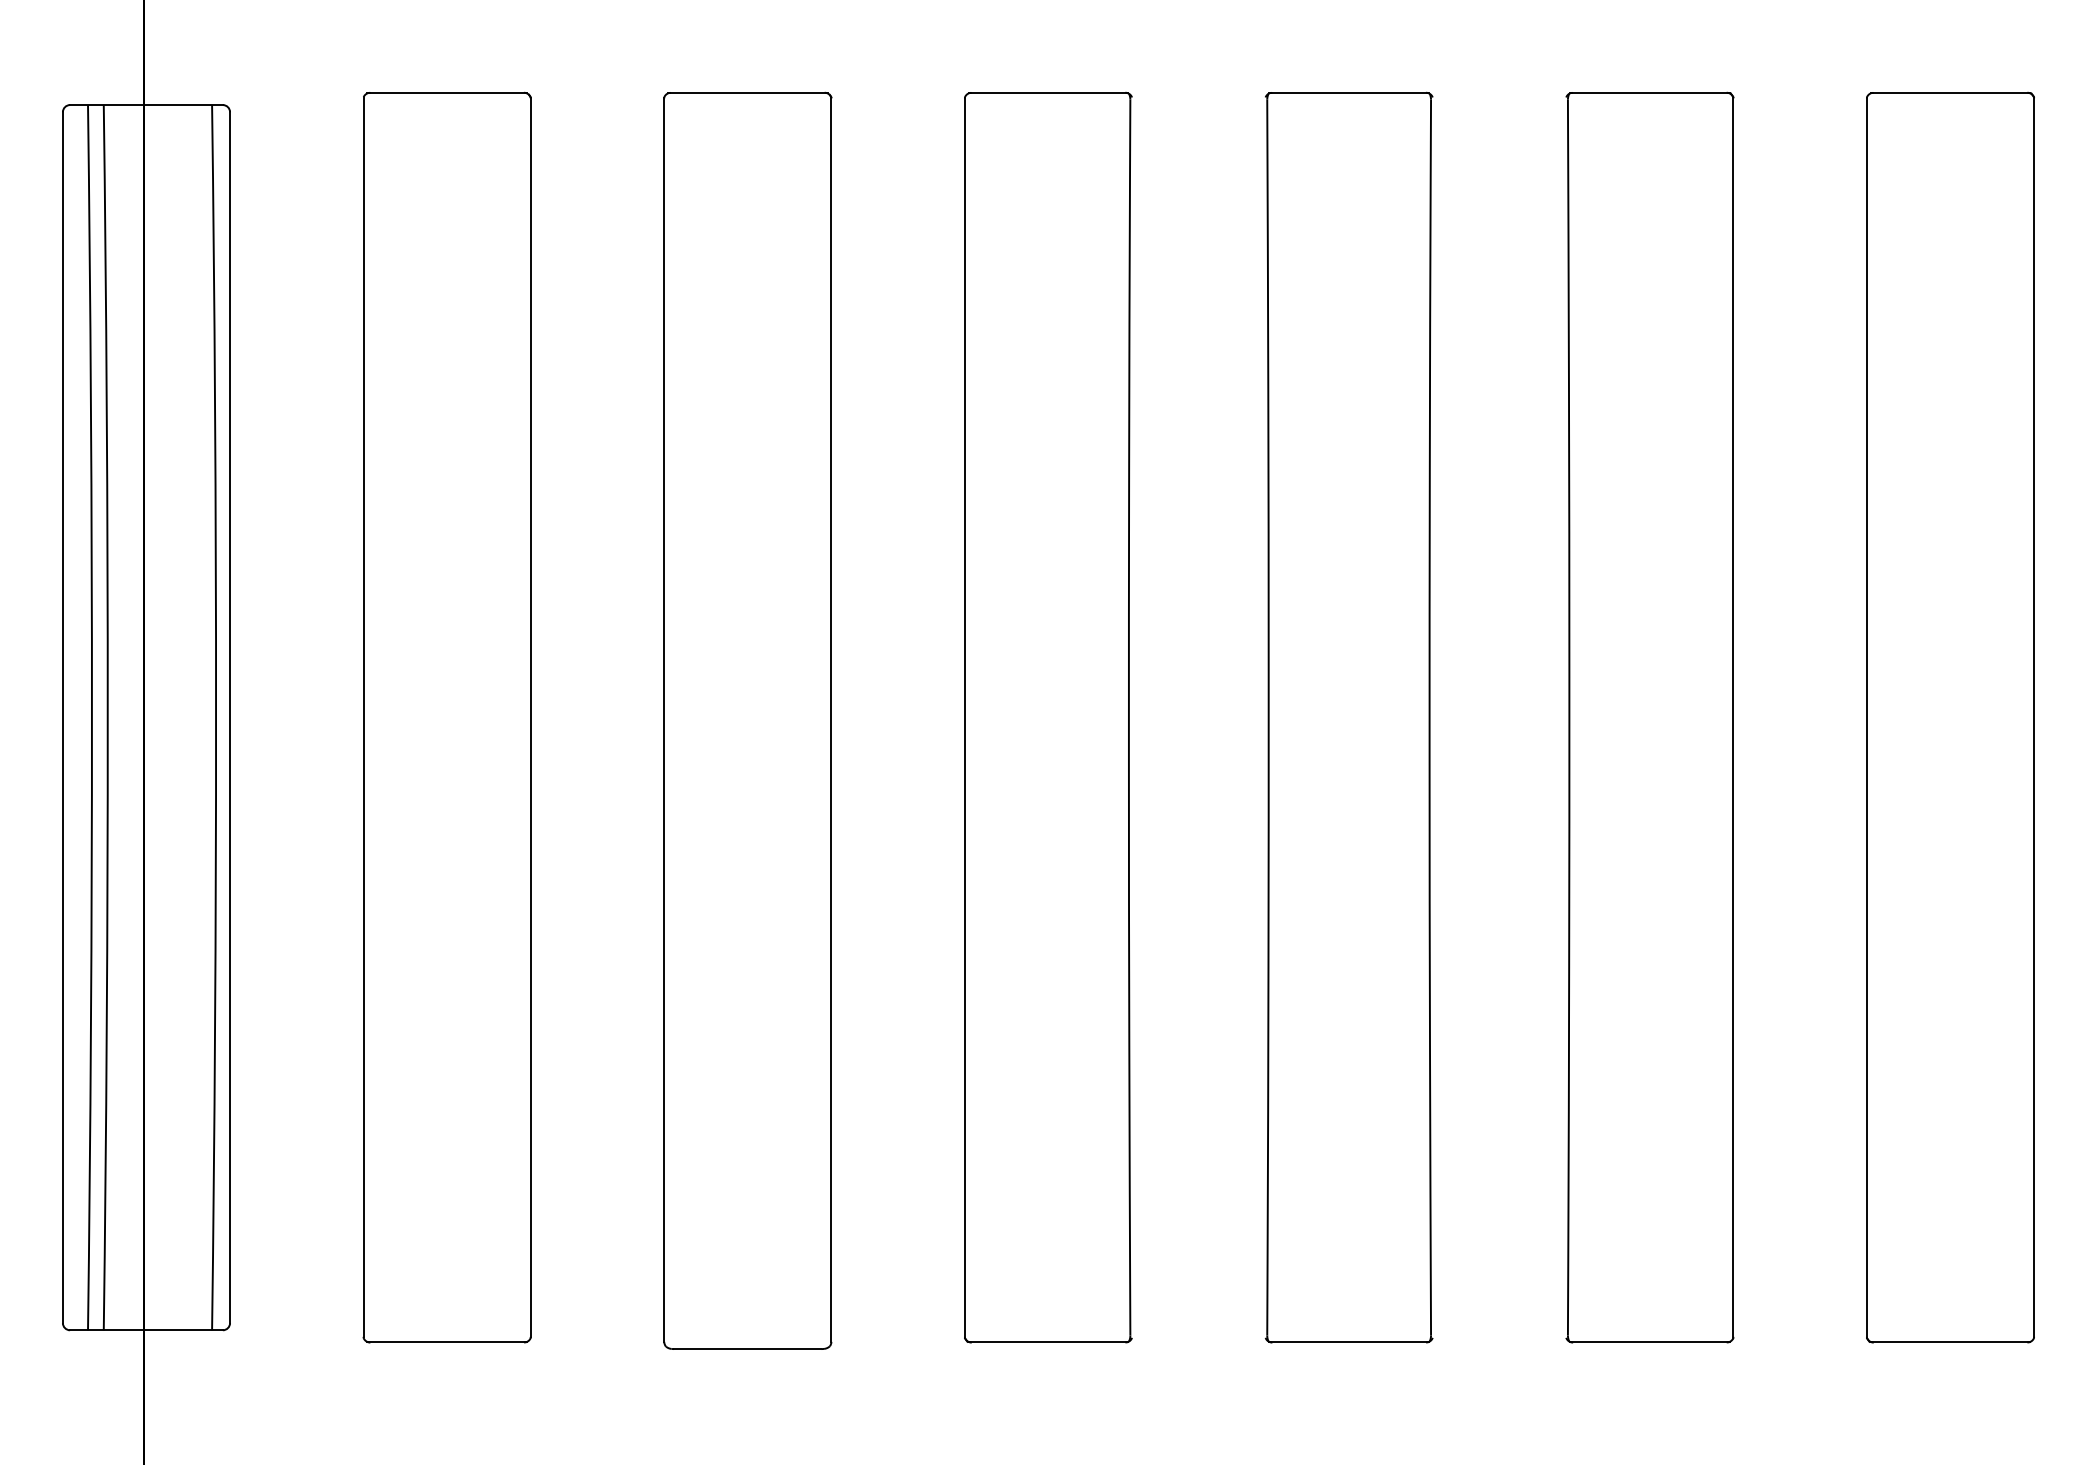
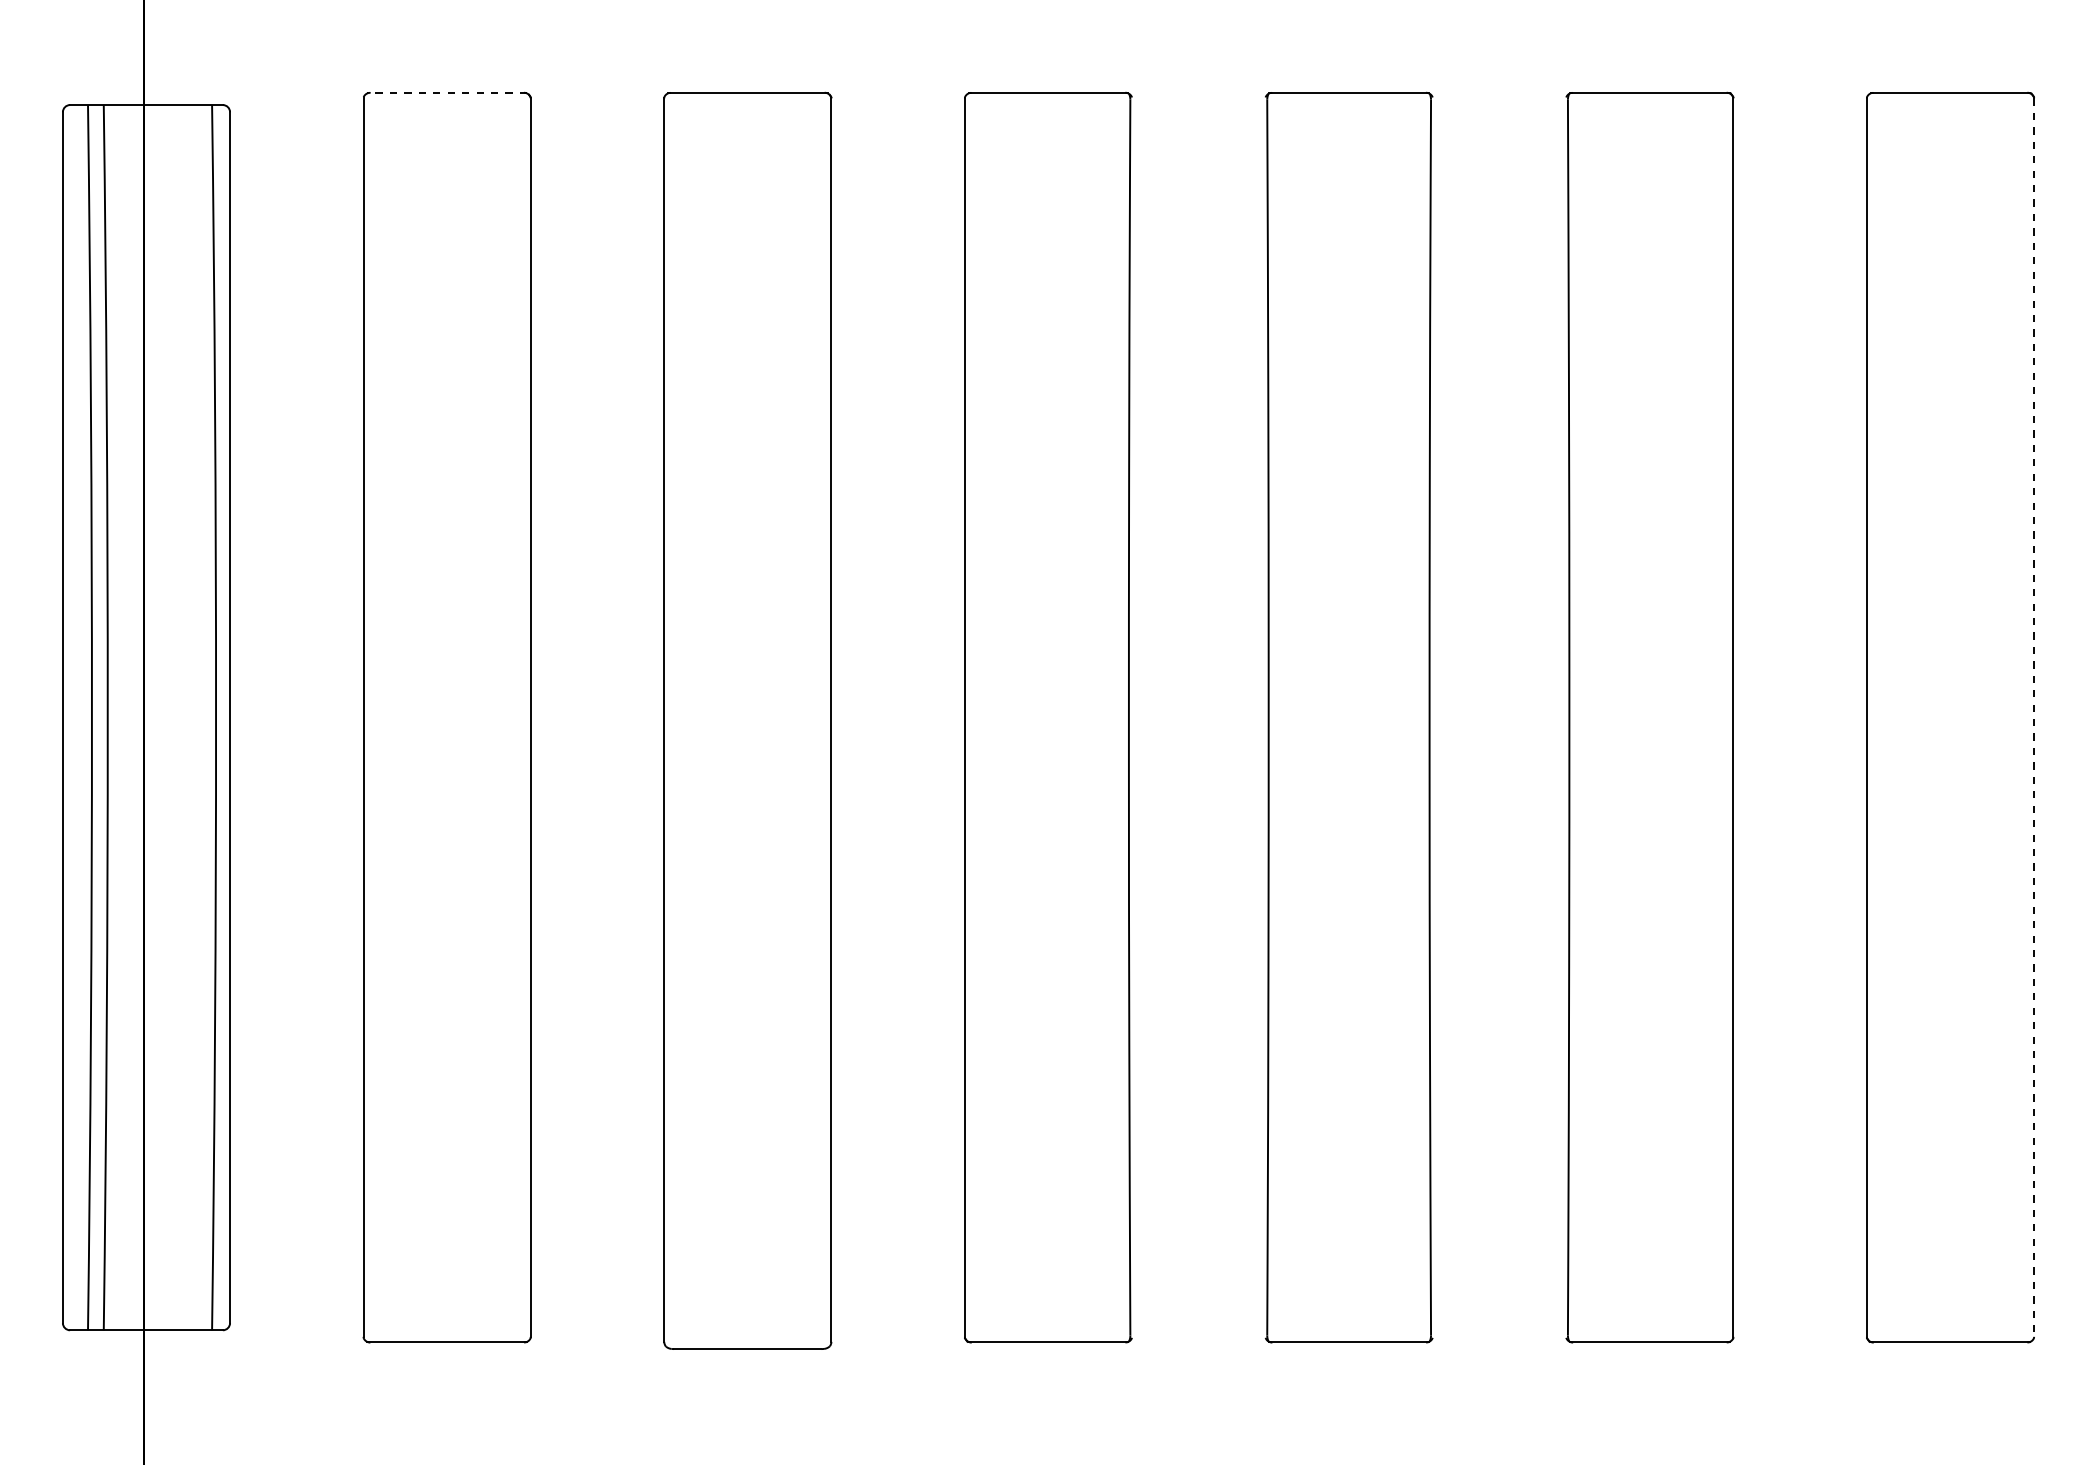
line at (447, 93): solid -> dashed
line at (2034, 718): solid -> dashed
